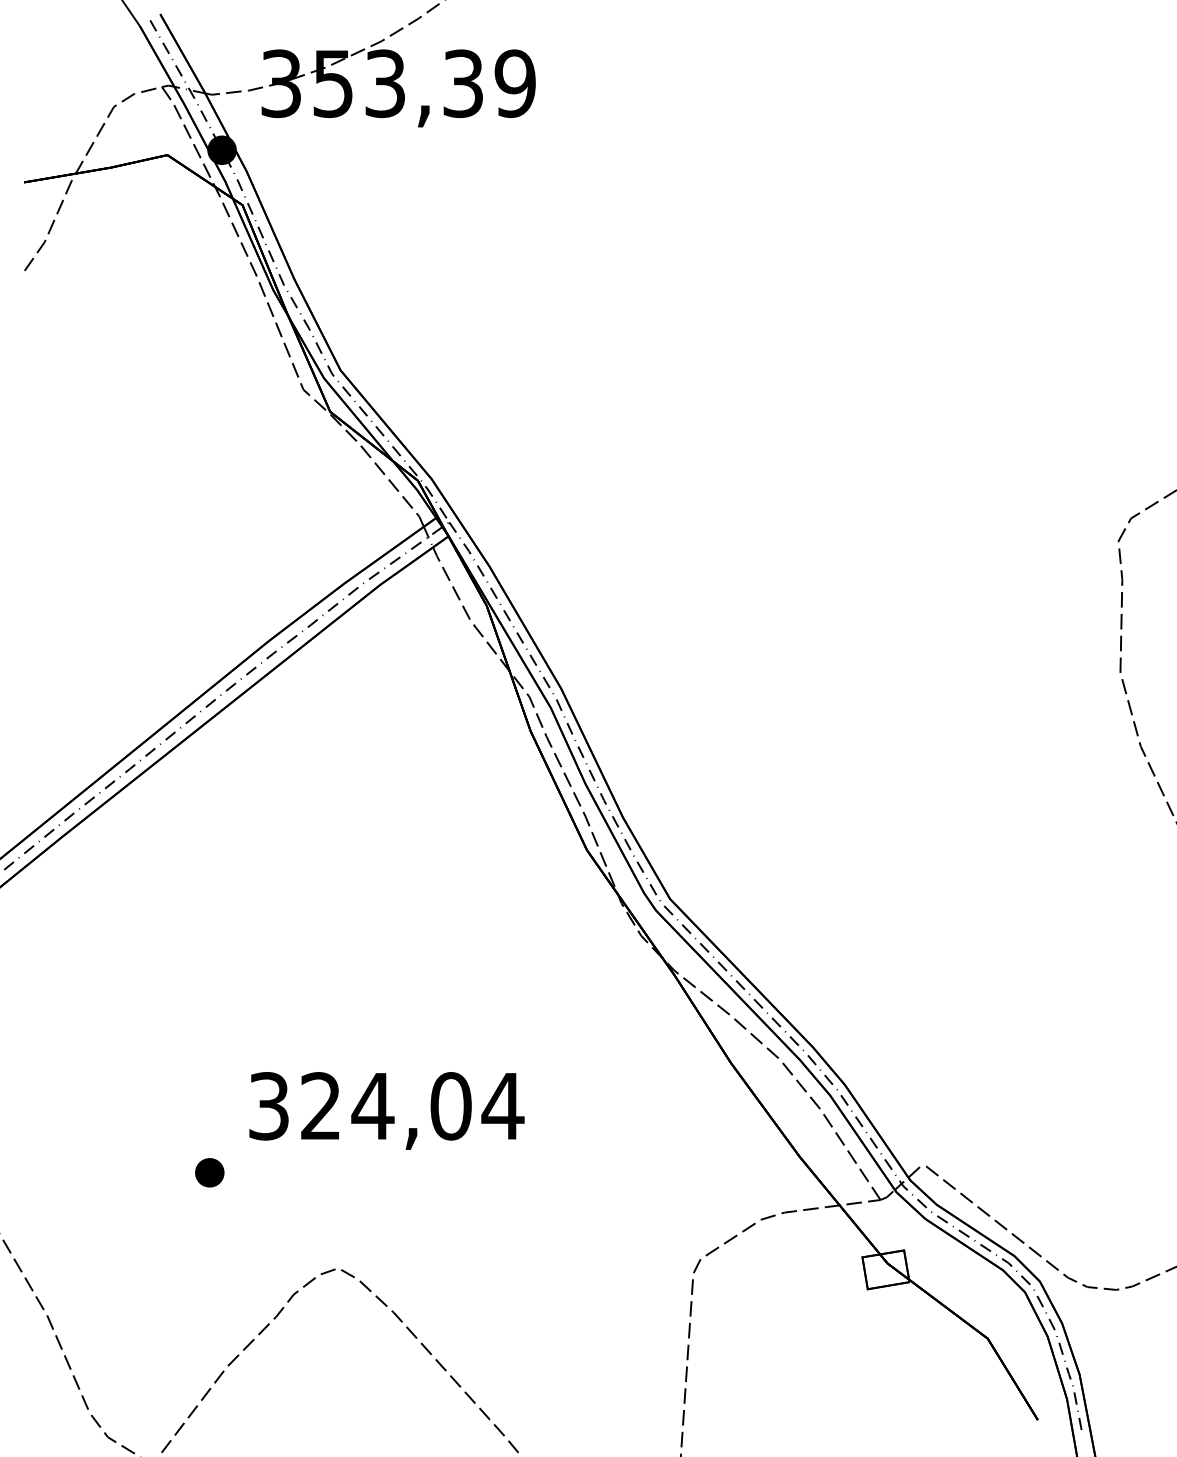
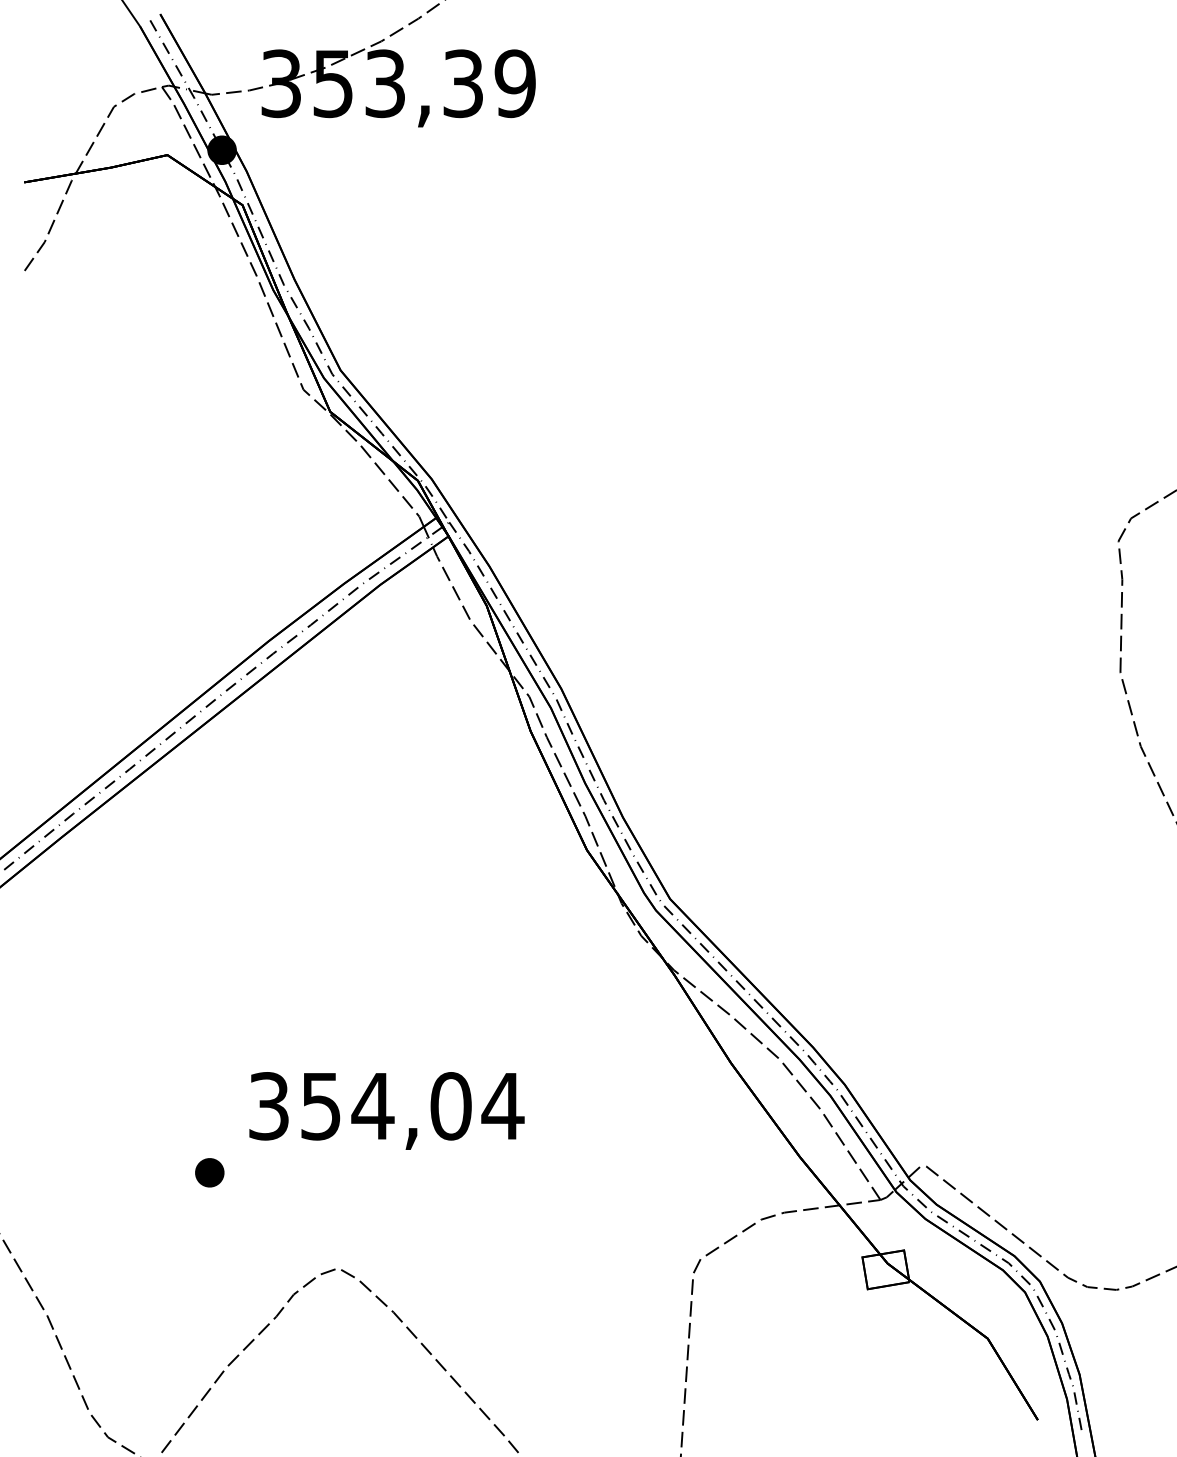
text at (320, 1106): 324,04 -> 354,04
